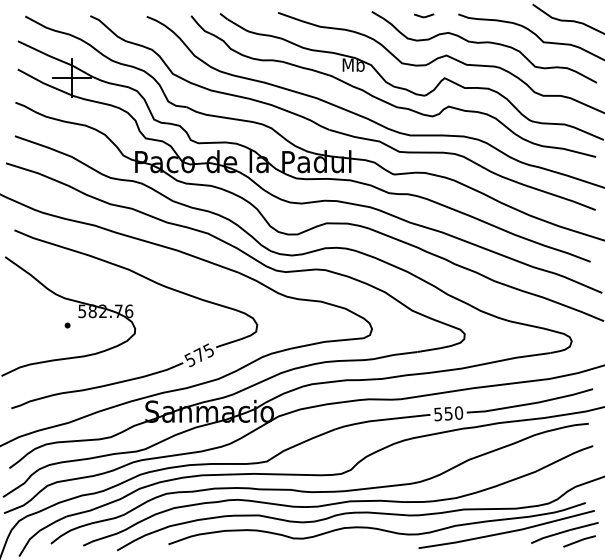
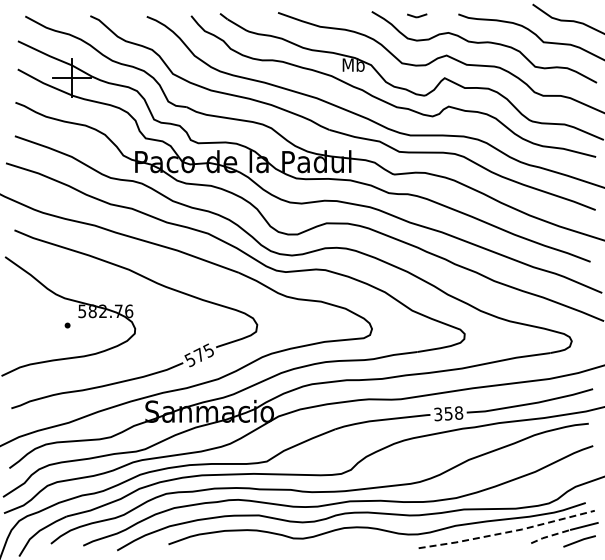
line at (424, 16) position: (424, 16) -> (417, 16)
text at (448, 413): 550 -> 358
line at (507, 532): solid -> dashed
line at (550, 535): solid -> dashed
